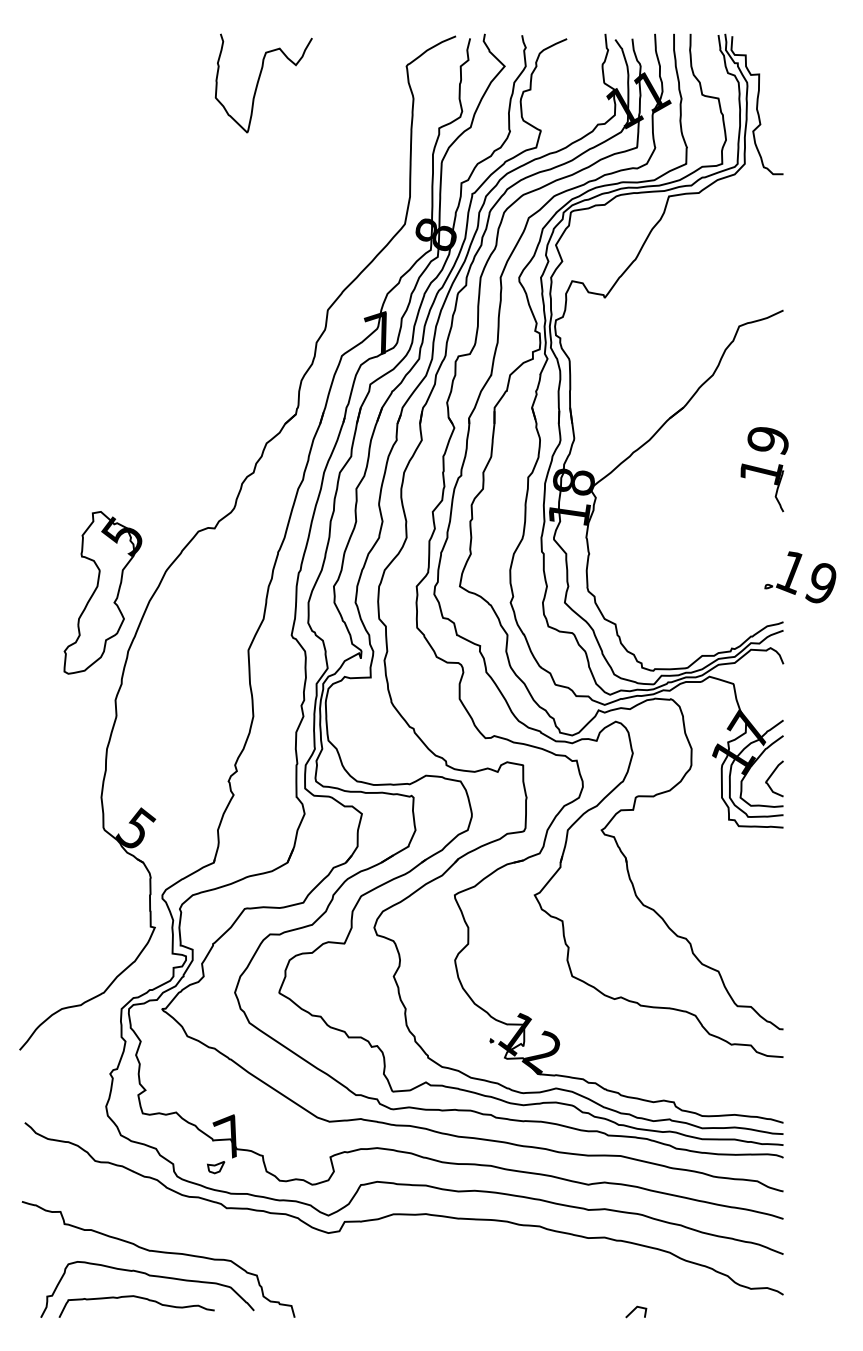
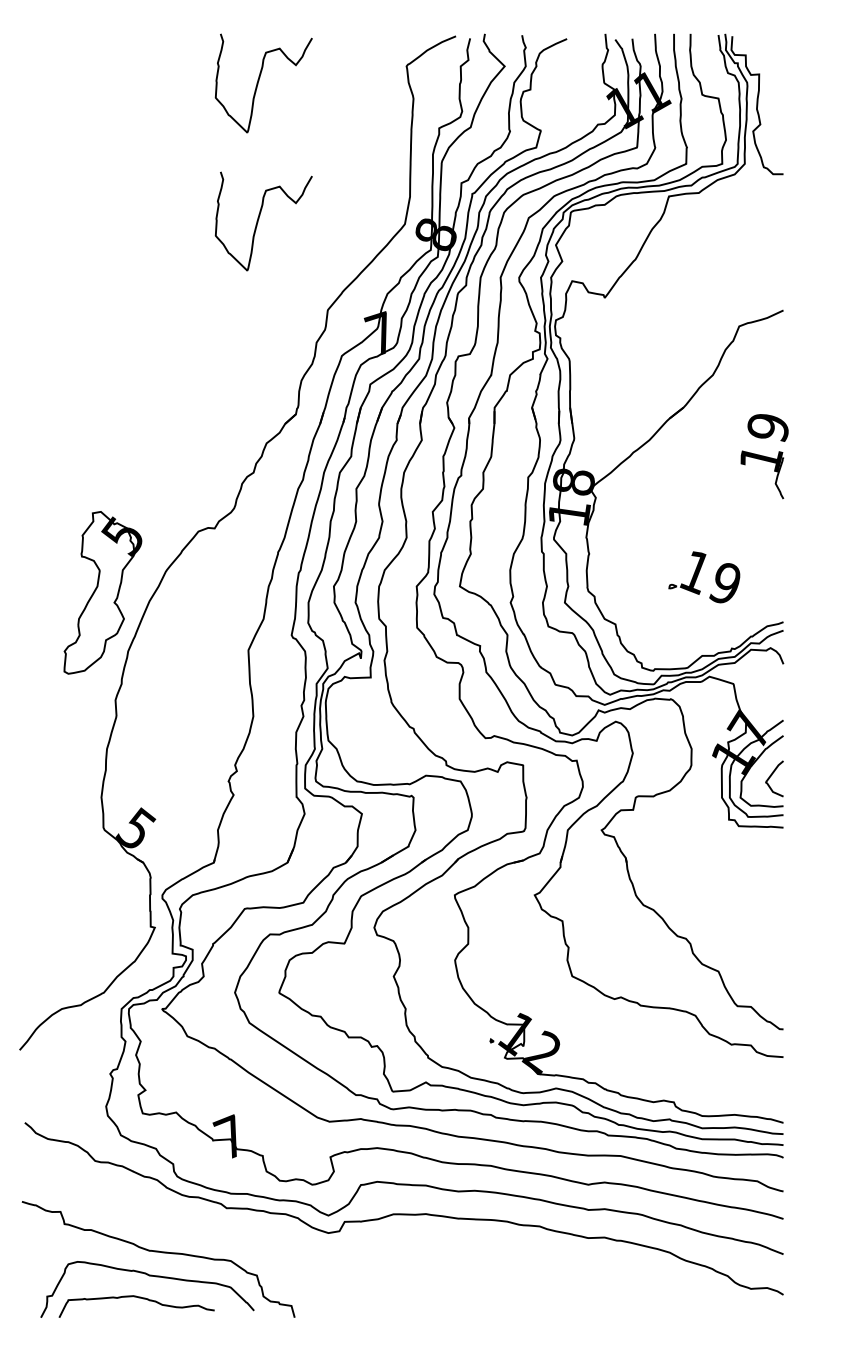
curve at (259, 219): none -> present
part at (764, 469) position: (764, 469) -> (764, 456)
part at (794, 575) position: (794, 575) -> (698, 575)
part at (216, 1167): present -> none
line at (635, 1309): present -> none
